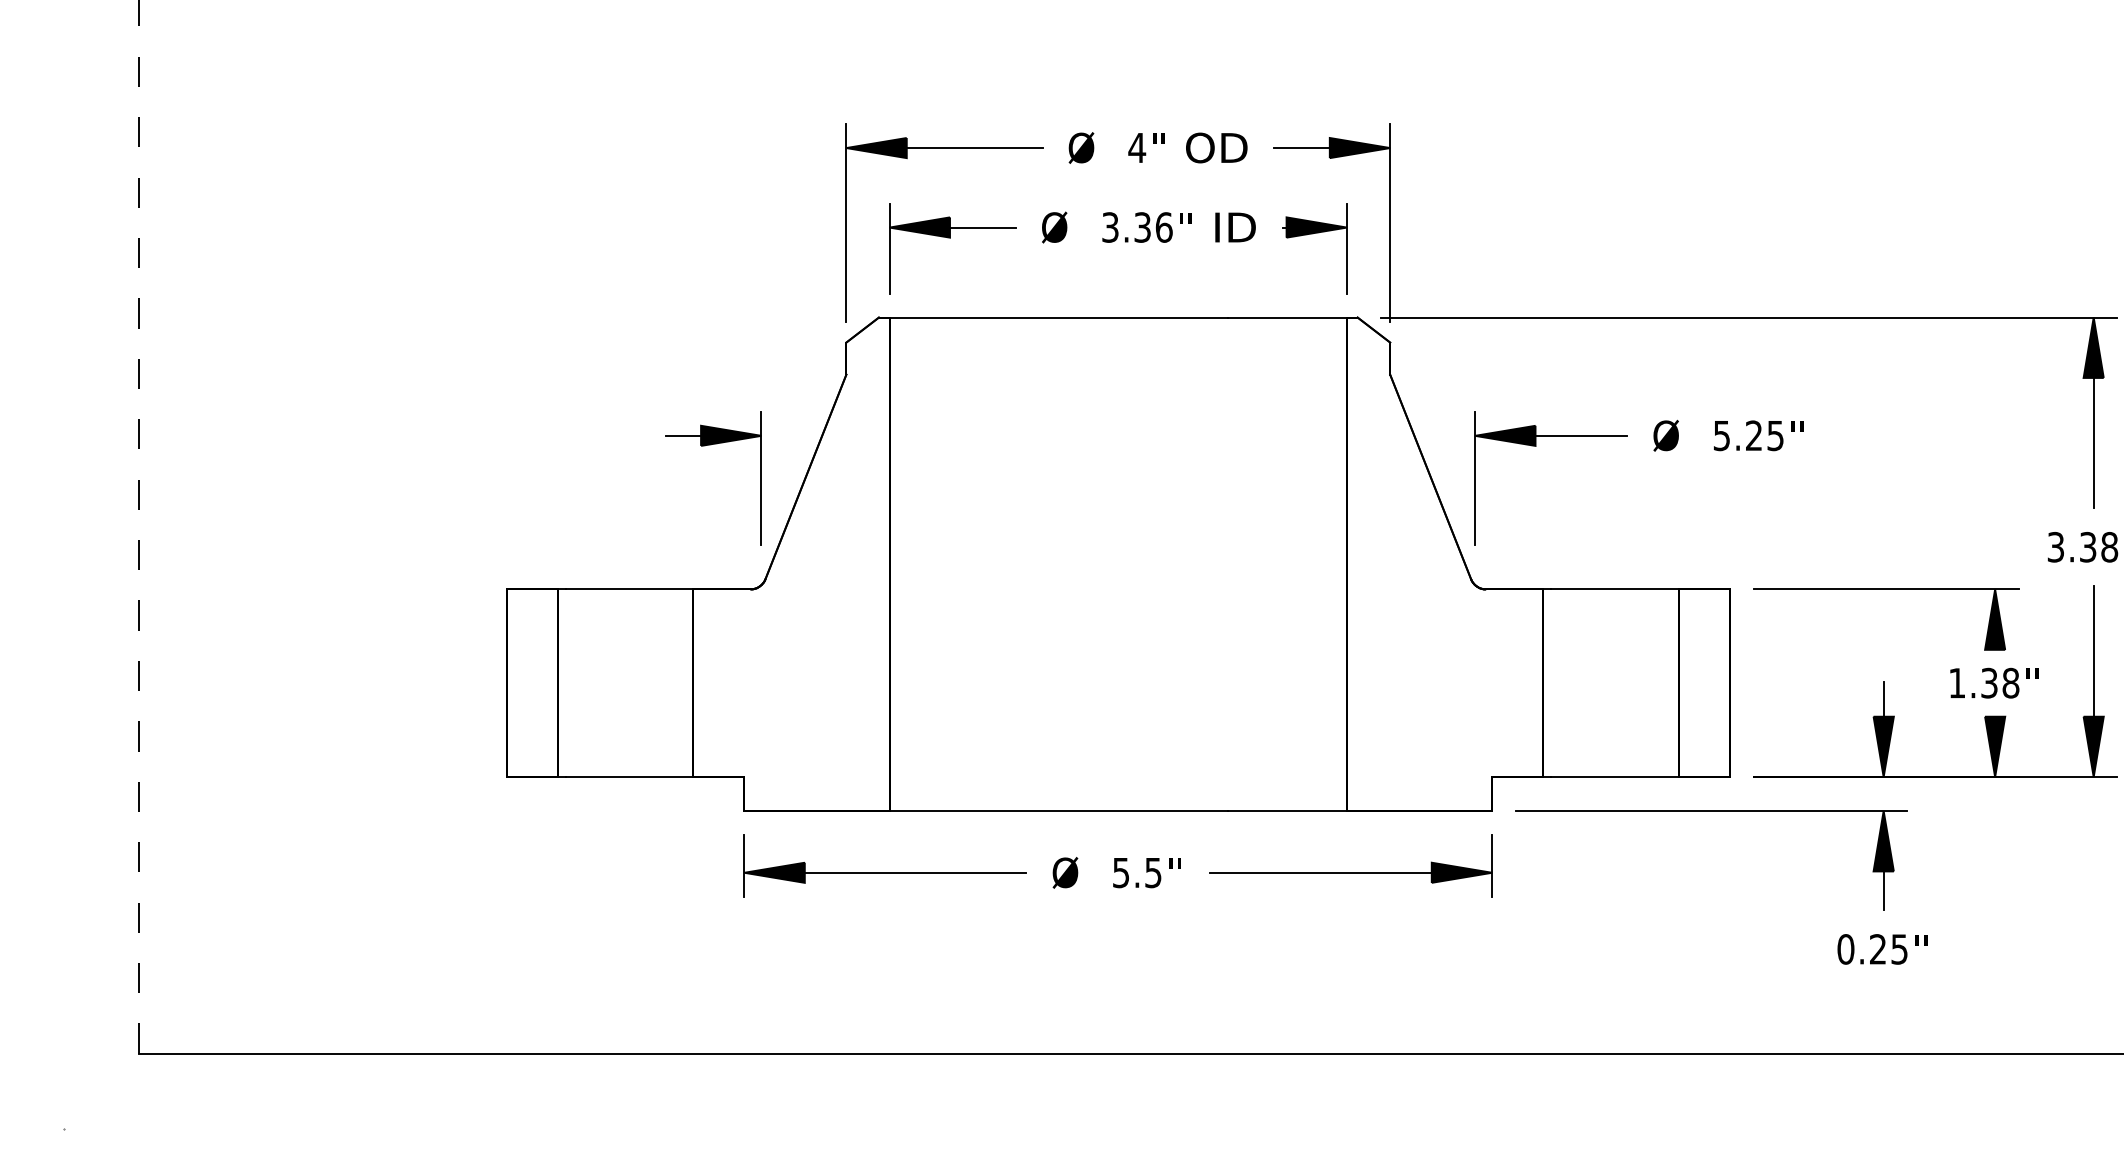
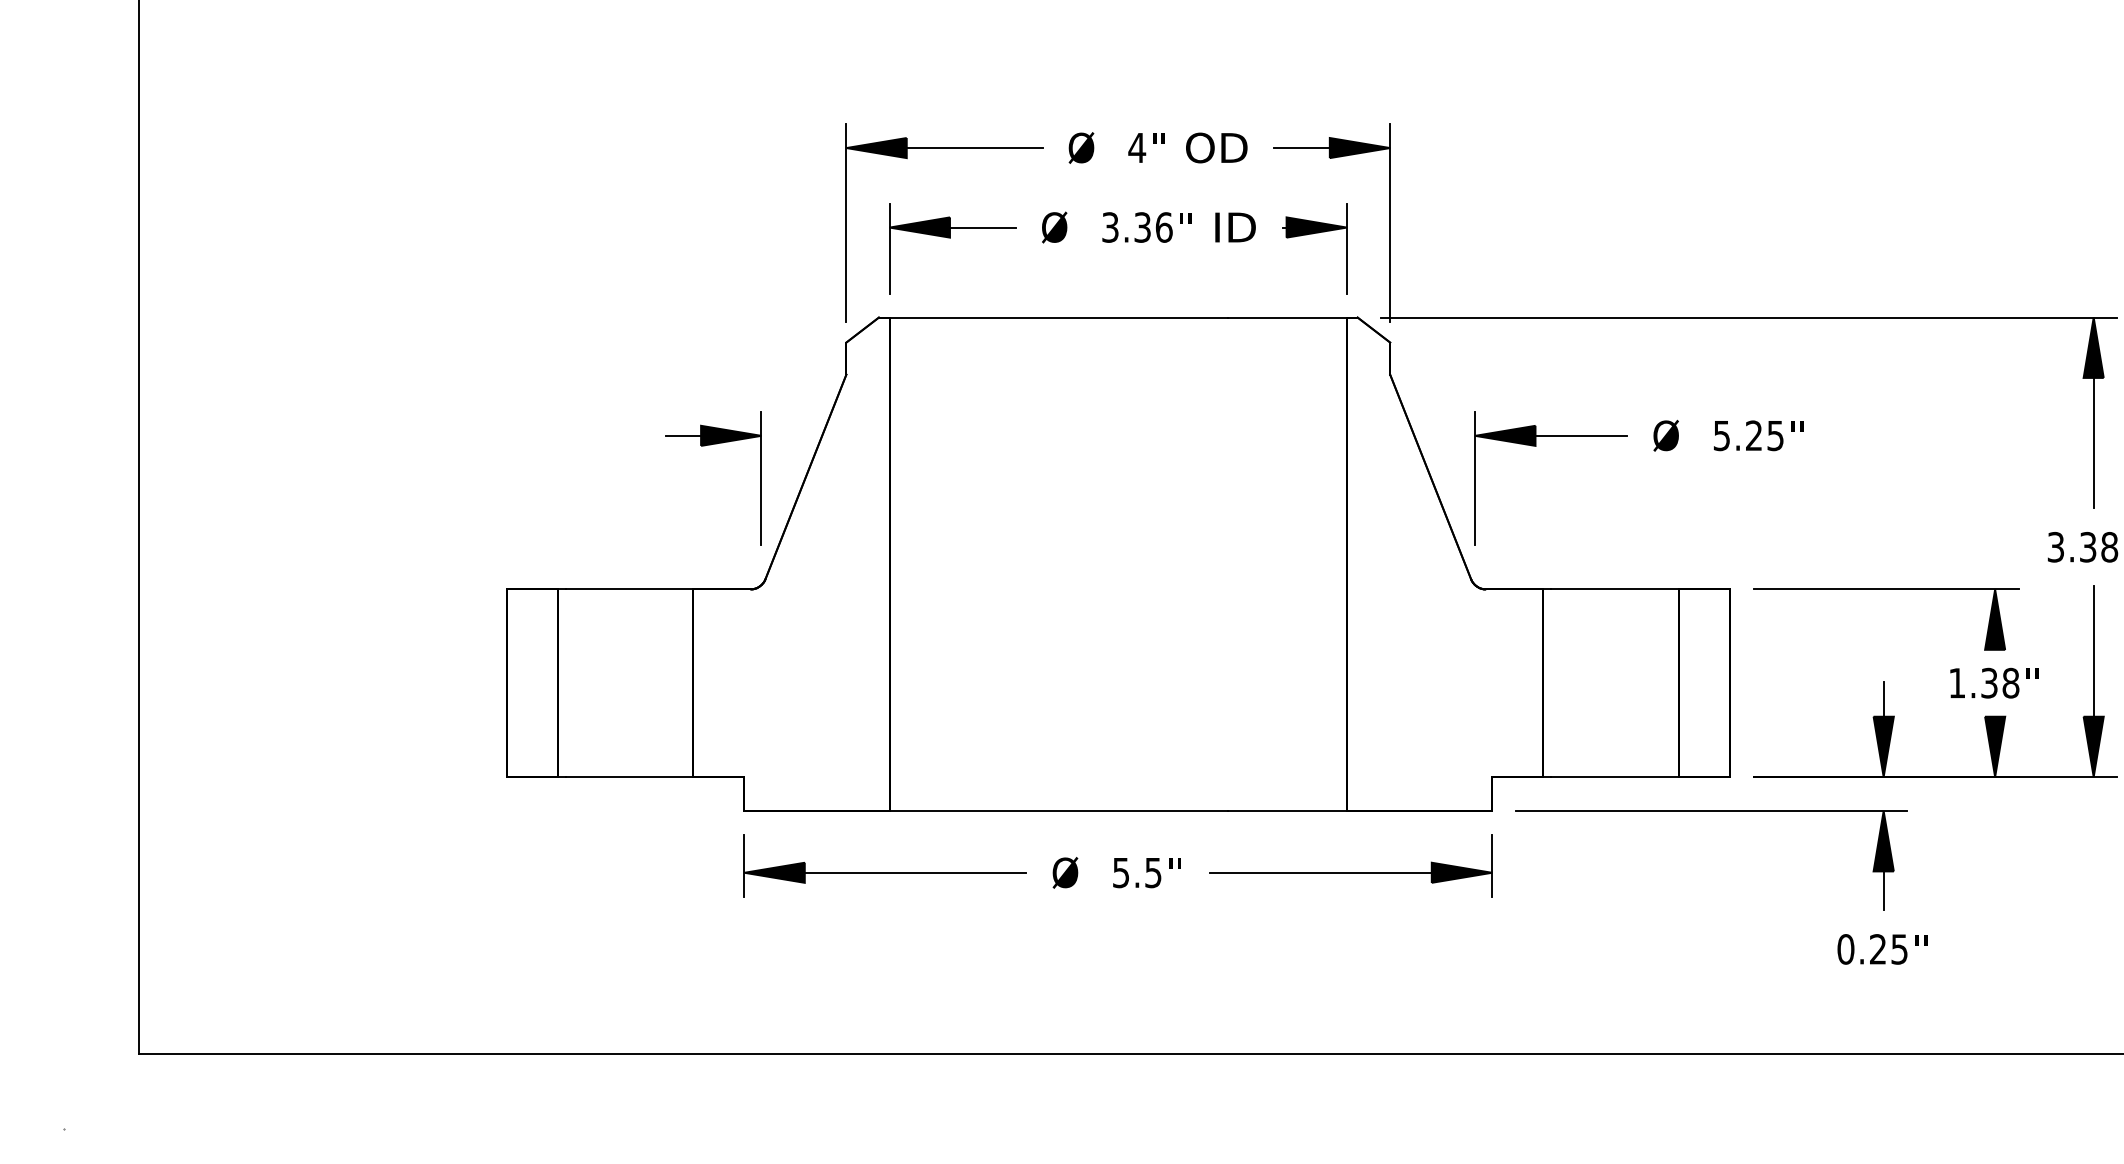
line at (139, 526): dashed -> solid
